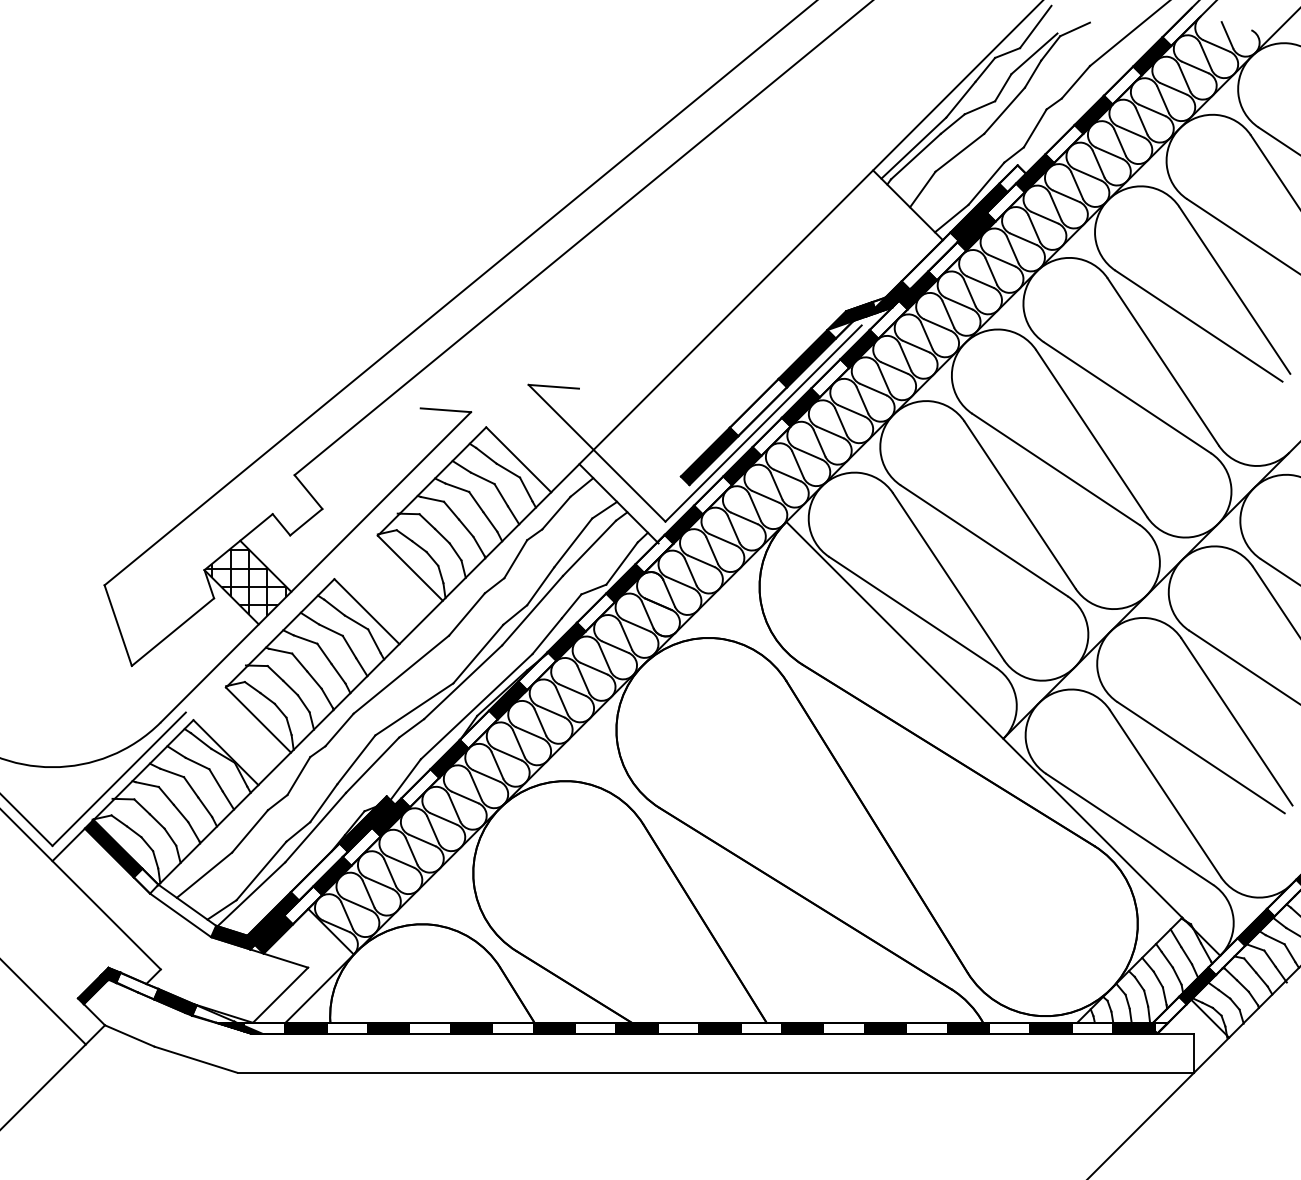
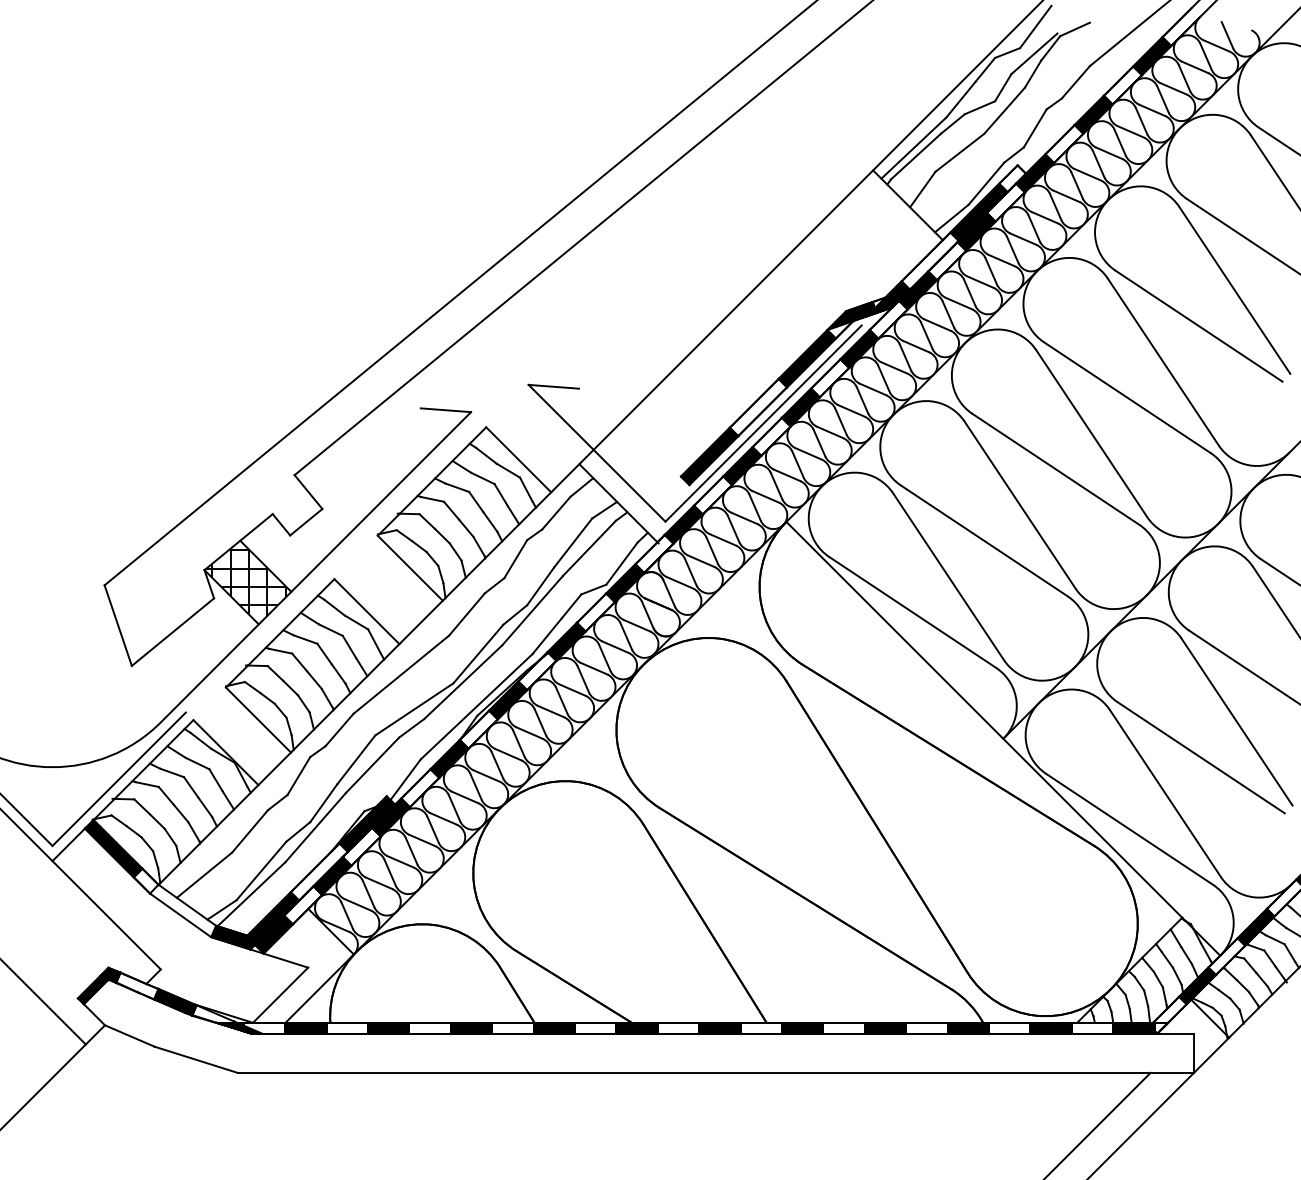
line at (1098, 1124): none -> present
